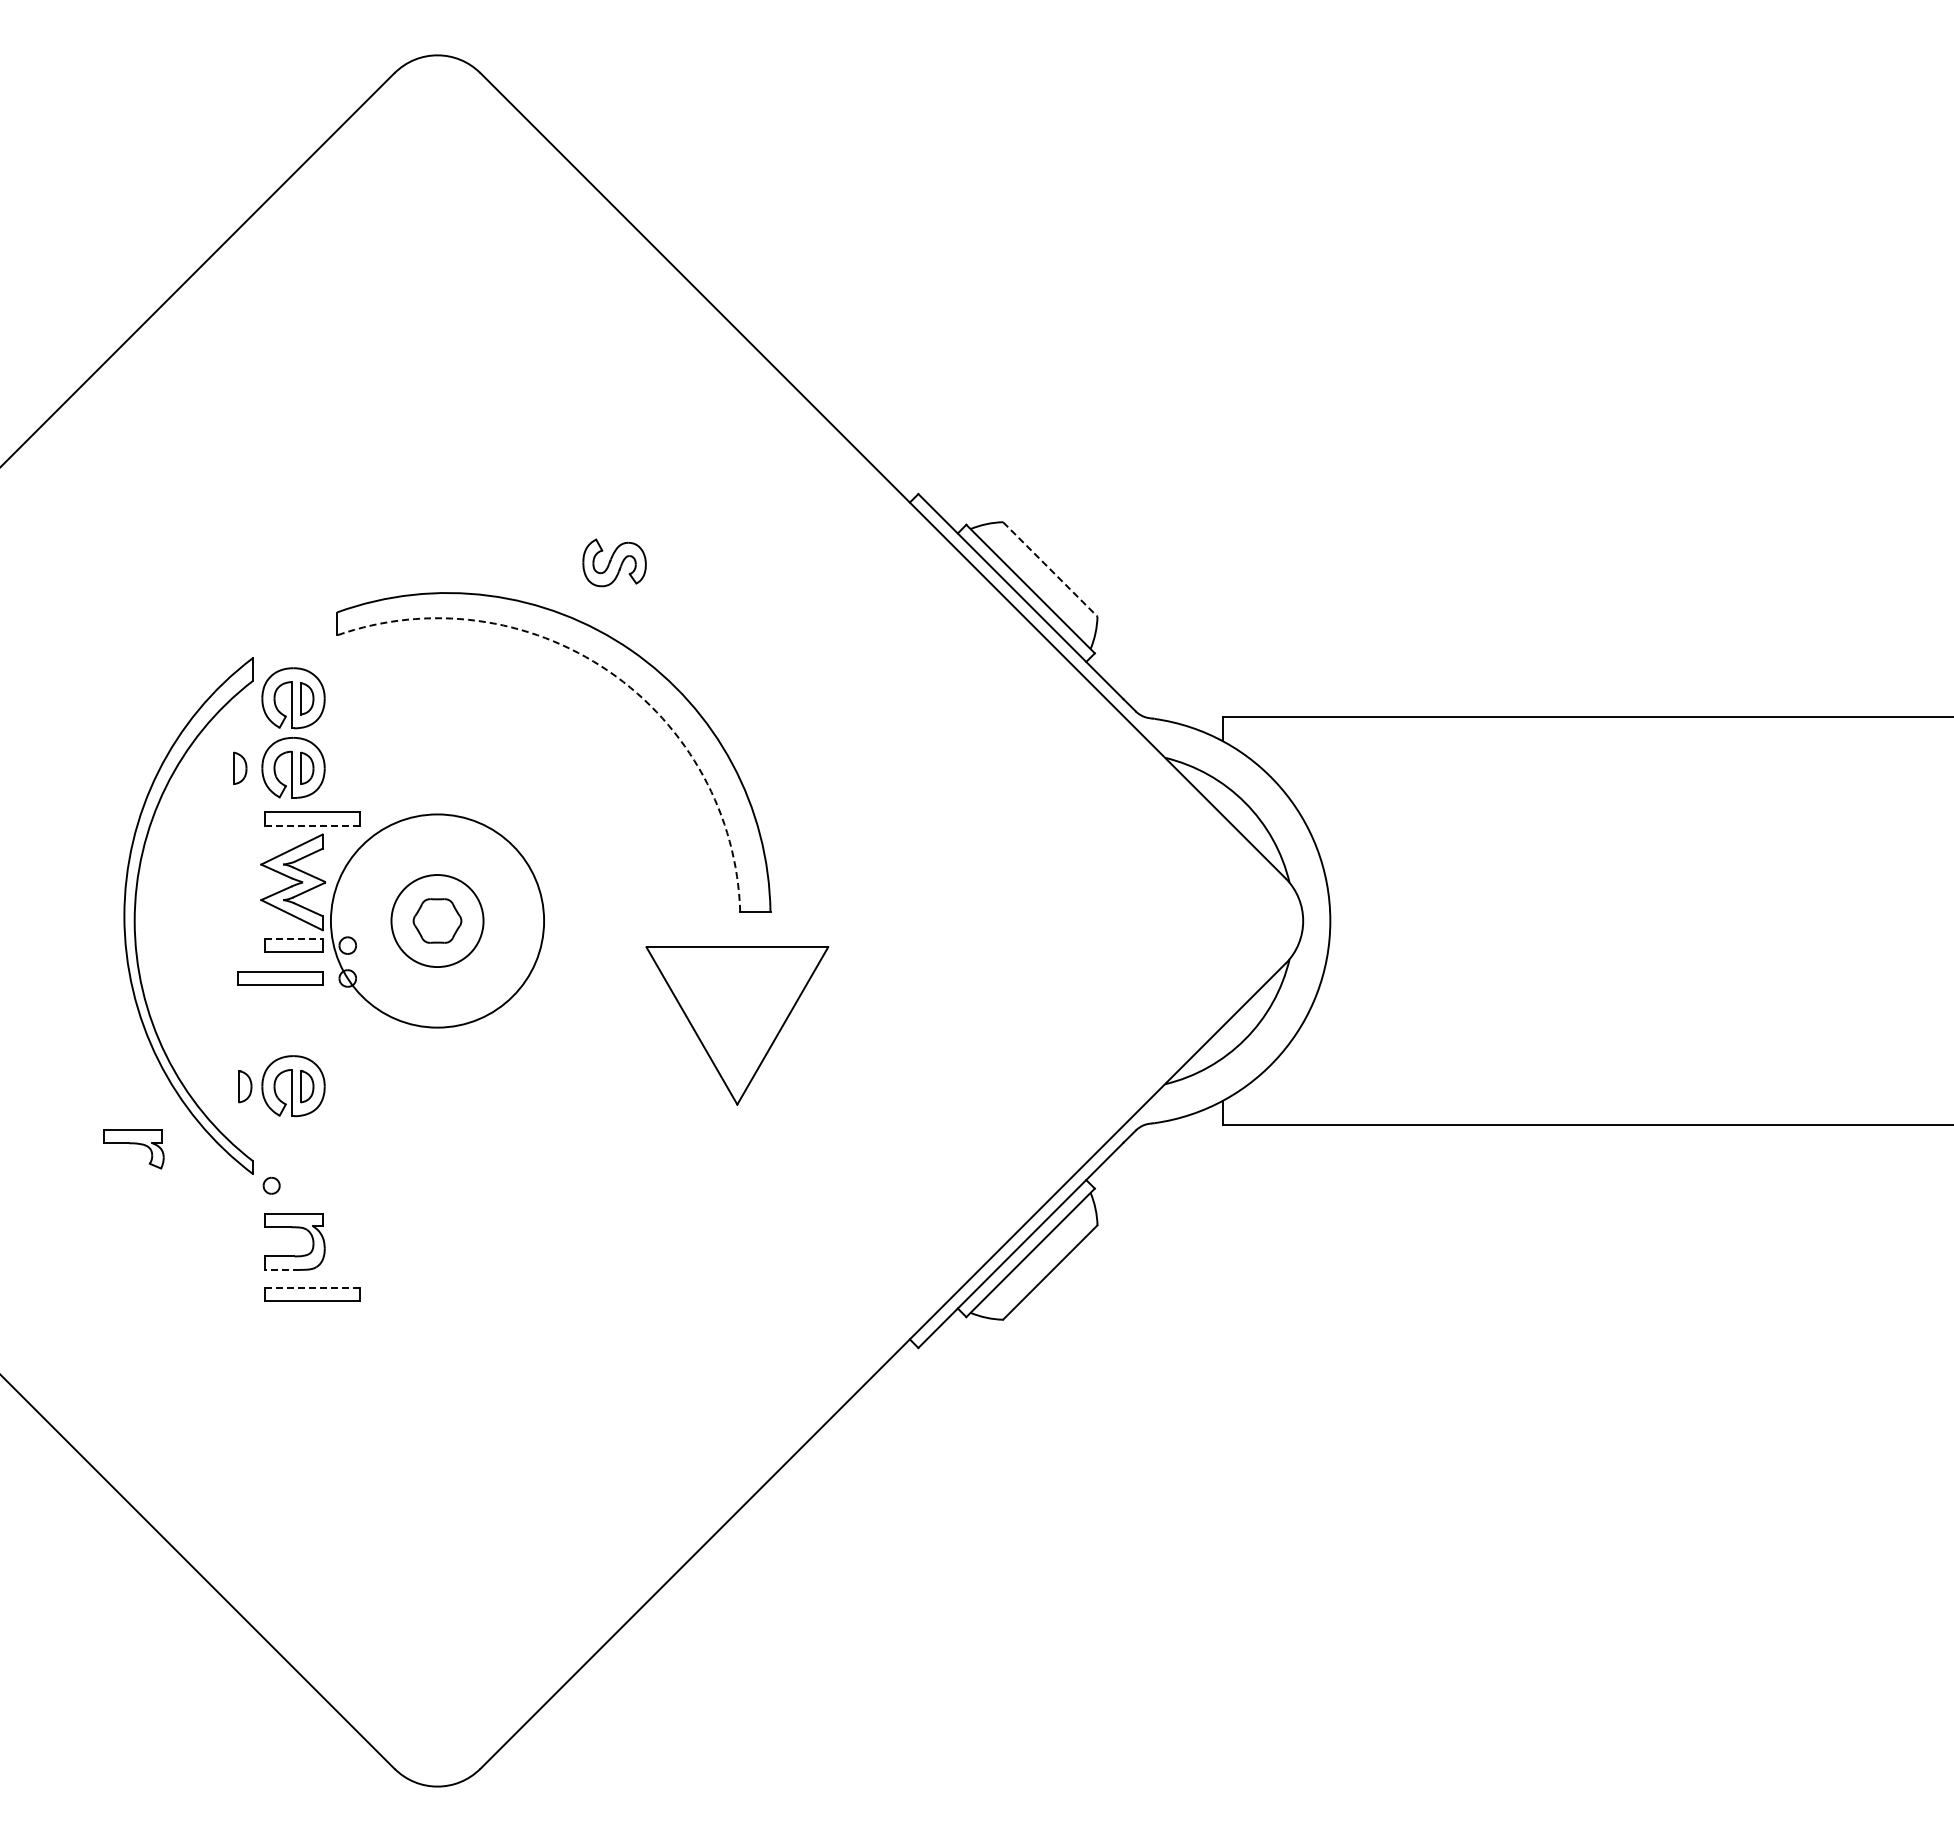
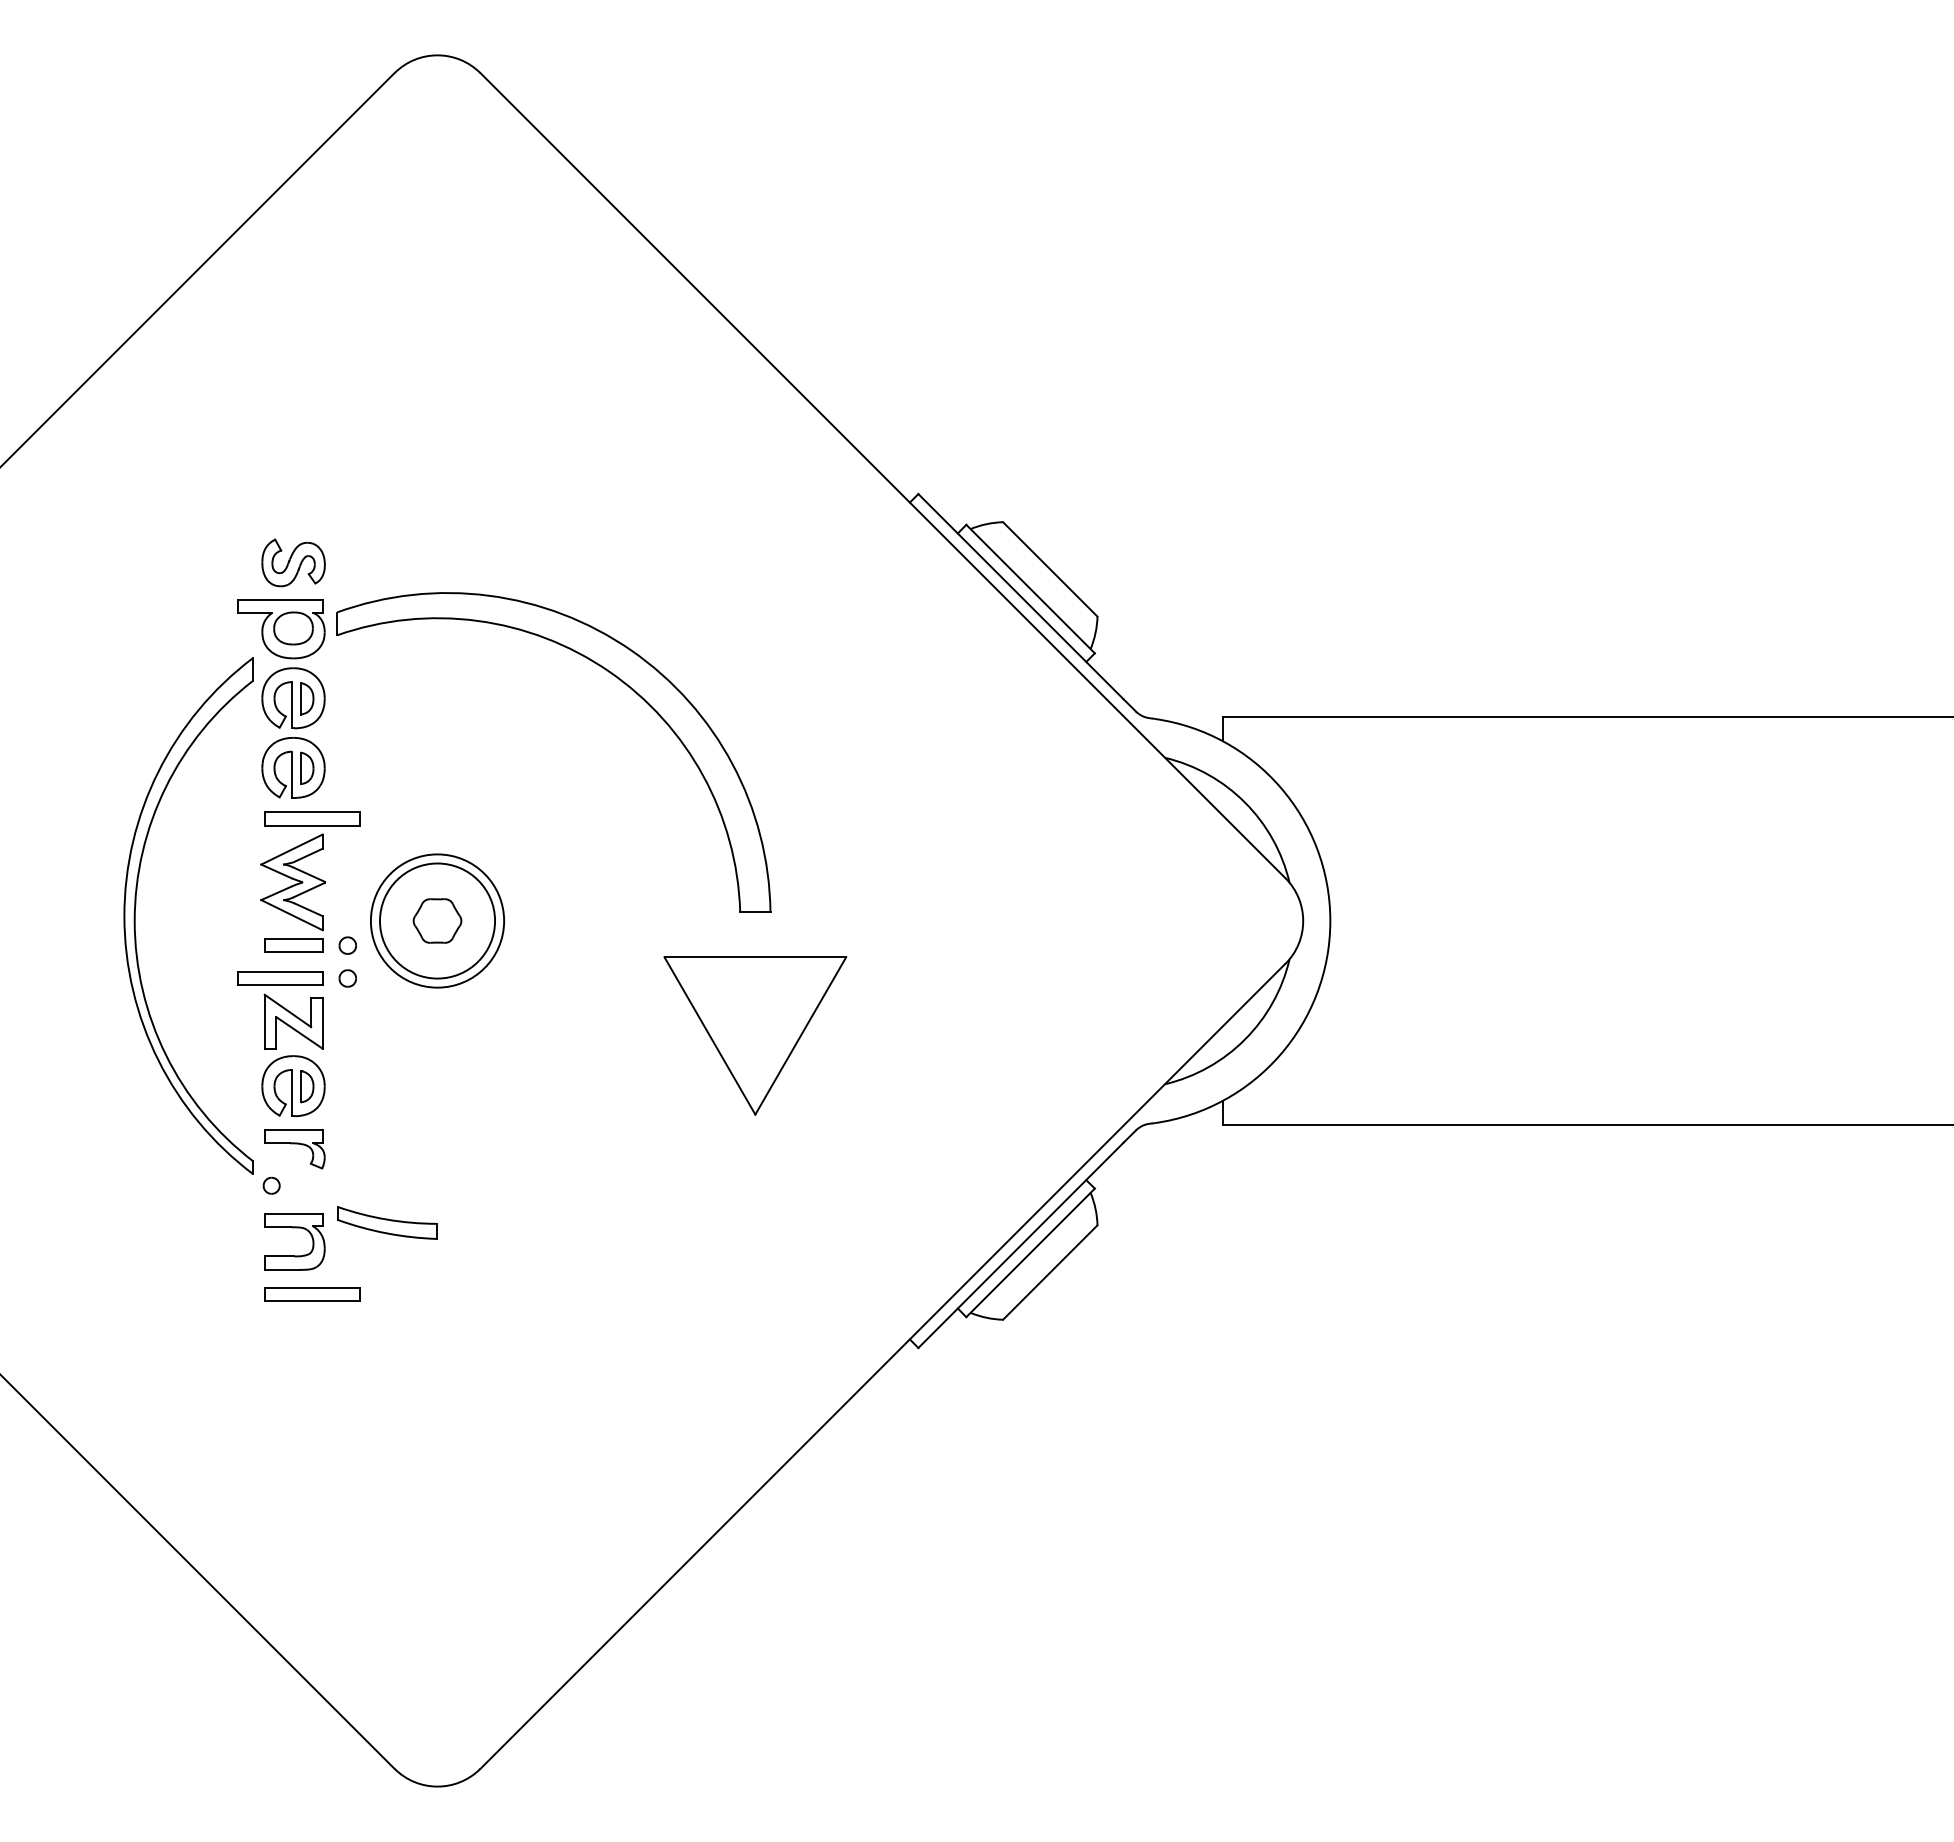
part at (614, 562) position: (614, 562) -> (293, 562)
line at (1050, 569): dashed -> solid
part at (281, 629): none -> present
arc at (608, 671): dashed -> solid
part at (240, 767): present -> none
line at (311, 825): dashed -> solid
circle at (437, 920) diameter: 213 px -> 133 px
circle at (437, 921) diameter: 92 px -> 115 px
line at (293, 939): dashed -> solid
part at (293, 1021): none -> present
part at (737, 1025) position: (737, 1025) -> (755, 1035)
part at (245, 1086): present -> none
part at (133, 1149) position: (133, 1149) -> (294, 1149)
part at (387, 1222): none -> present
line at (282, 1269): dashed -> solid
line at (312, 1288): dashed -> solid
